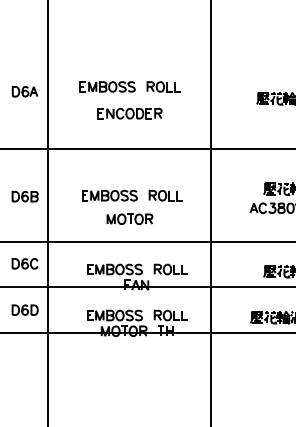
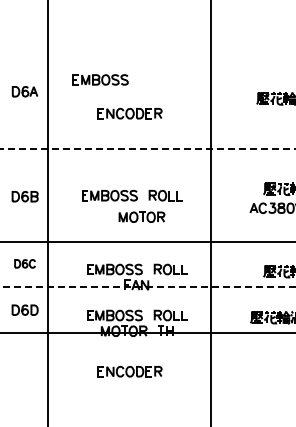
part at (107, 86) position: (107, 86) -> (100, 79)
part at (163, 86): present -> none
line at (148, 149): solid -> dashed
part at (129, 218) position: (129, 218) -> (141, 216)
part at (24, 263) size: 28x12 px -> 22x10 px
line at (148, 286): solid -> dashed
part at (129, 371): none -> present
